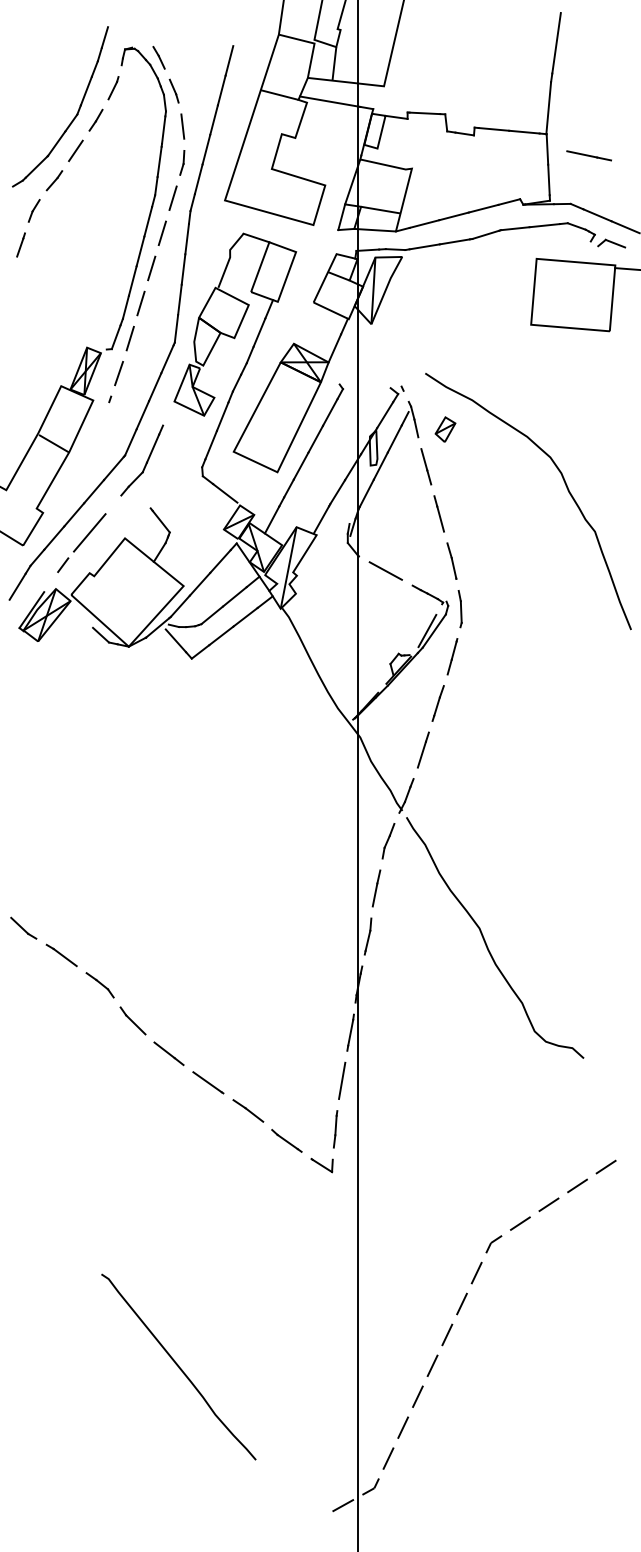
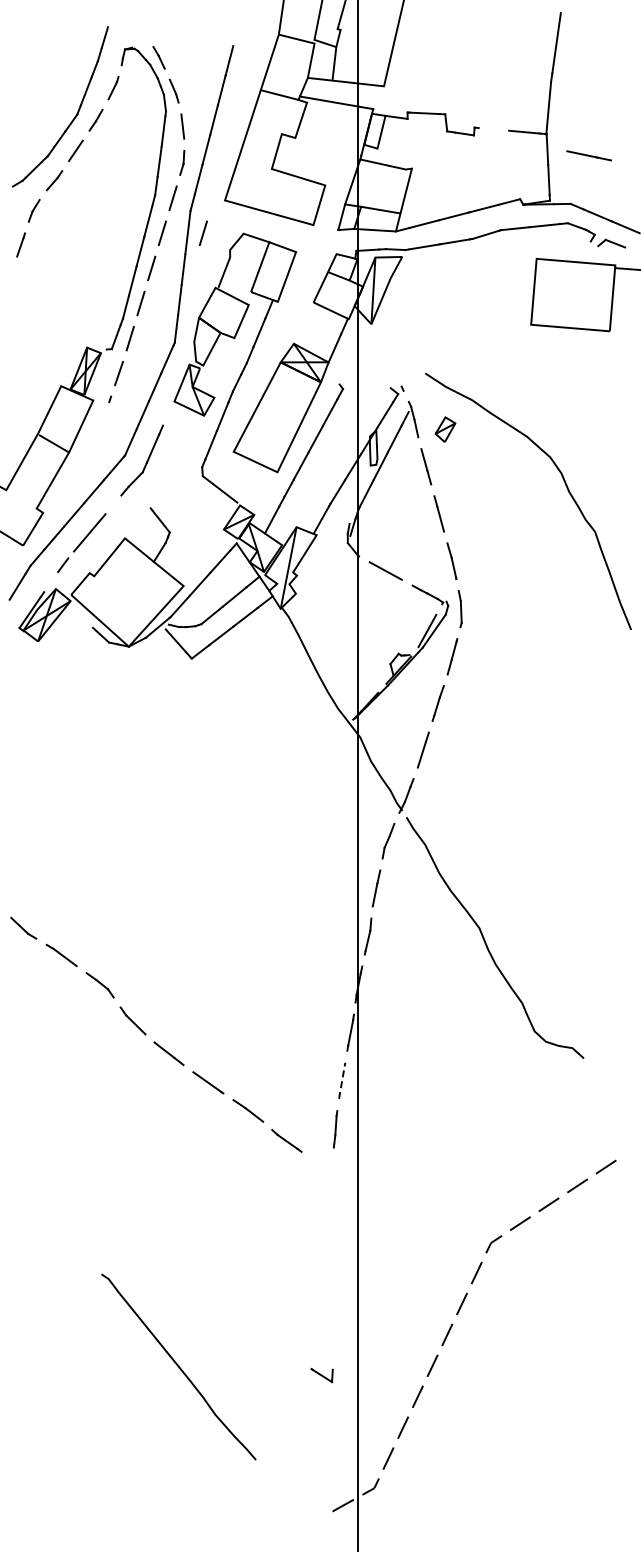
line at (493, 129): present -> none
line at (202, 232): none -> present
line at (342, 1080): solid -> dashed
part at (321, 1165) position: (321, 1165) -> (321, 1375)
